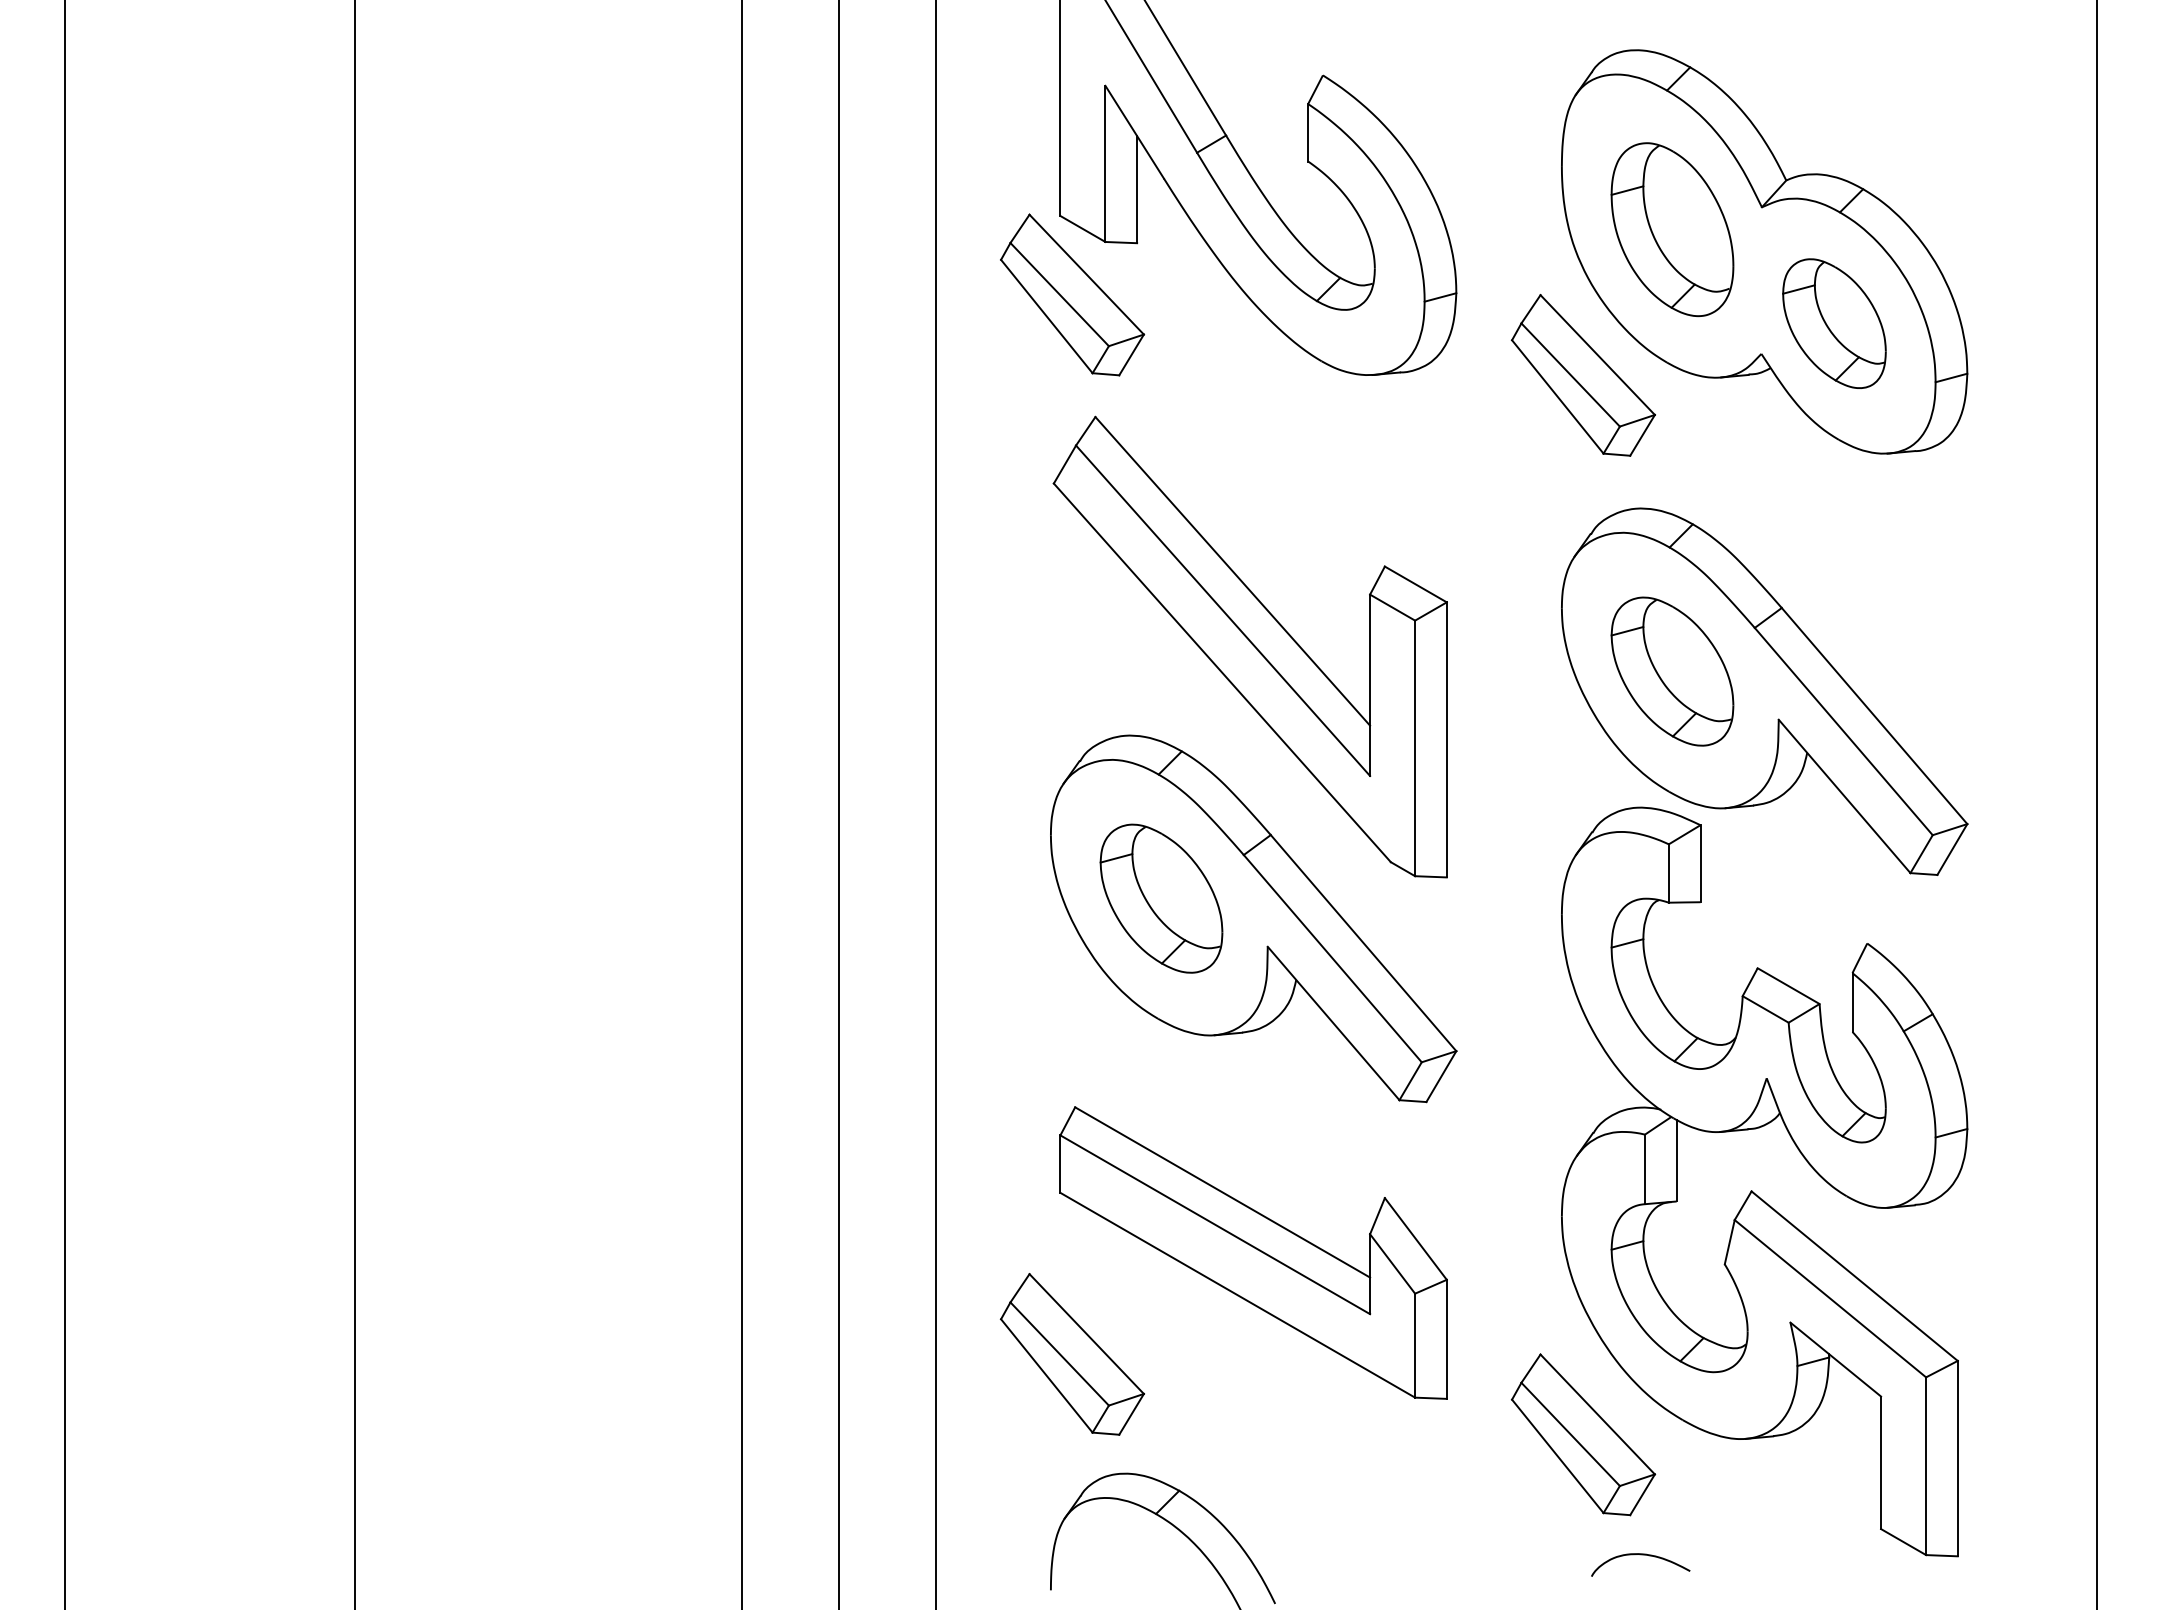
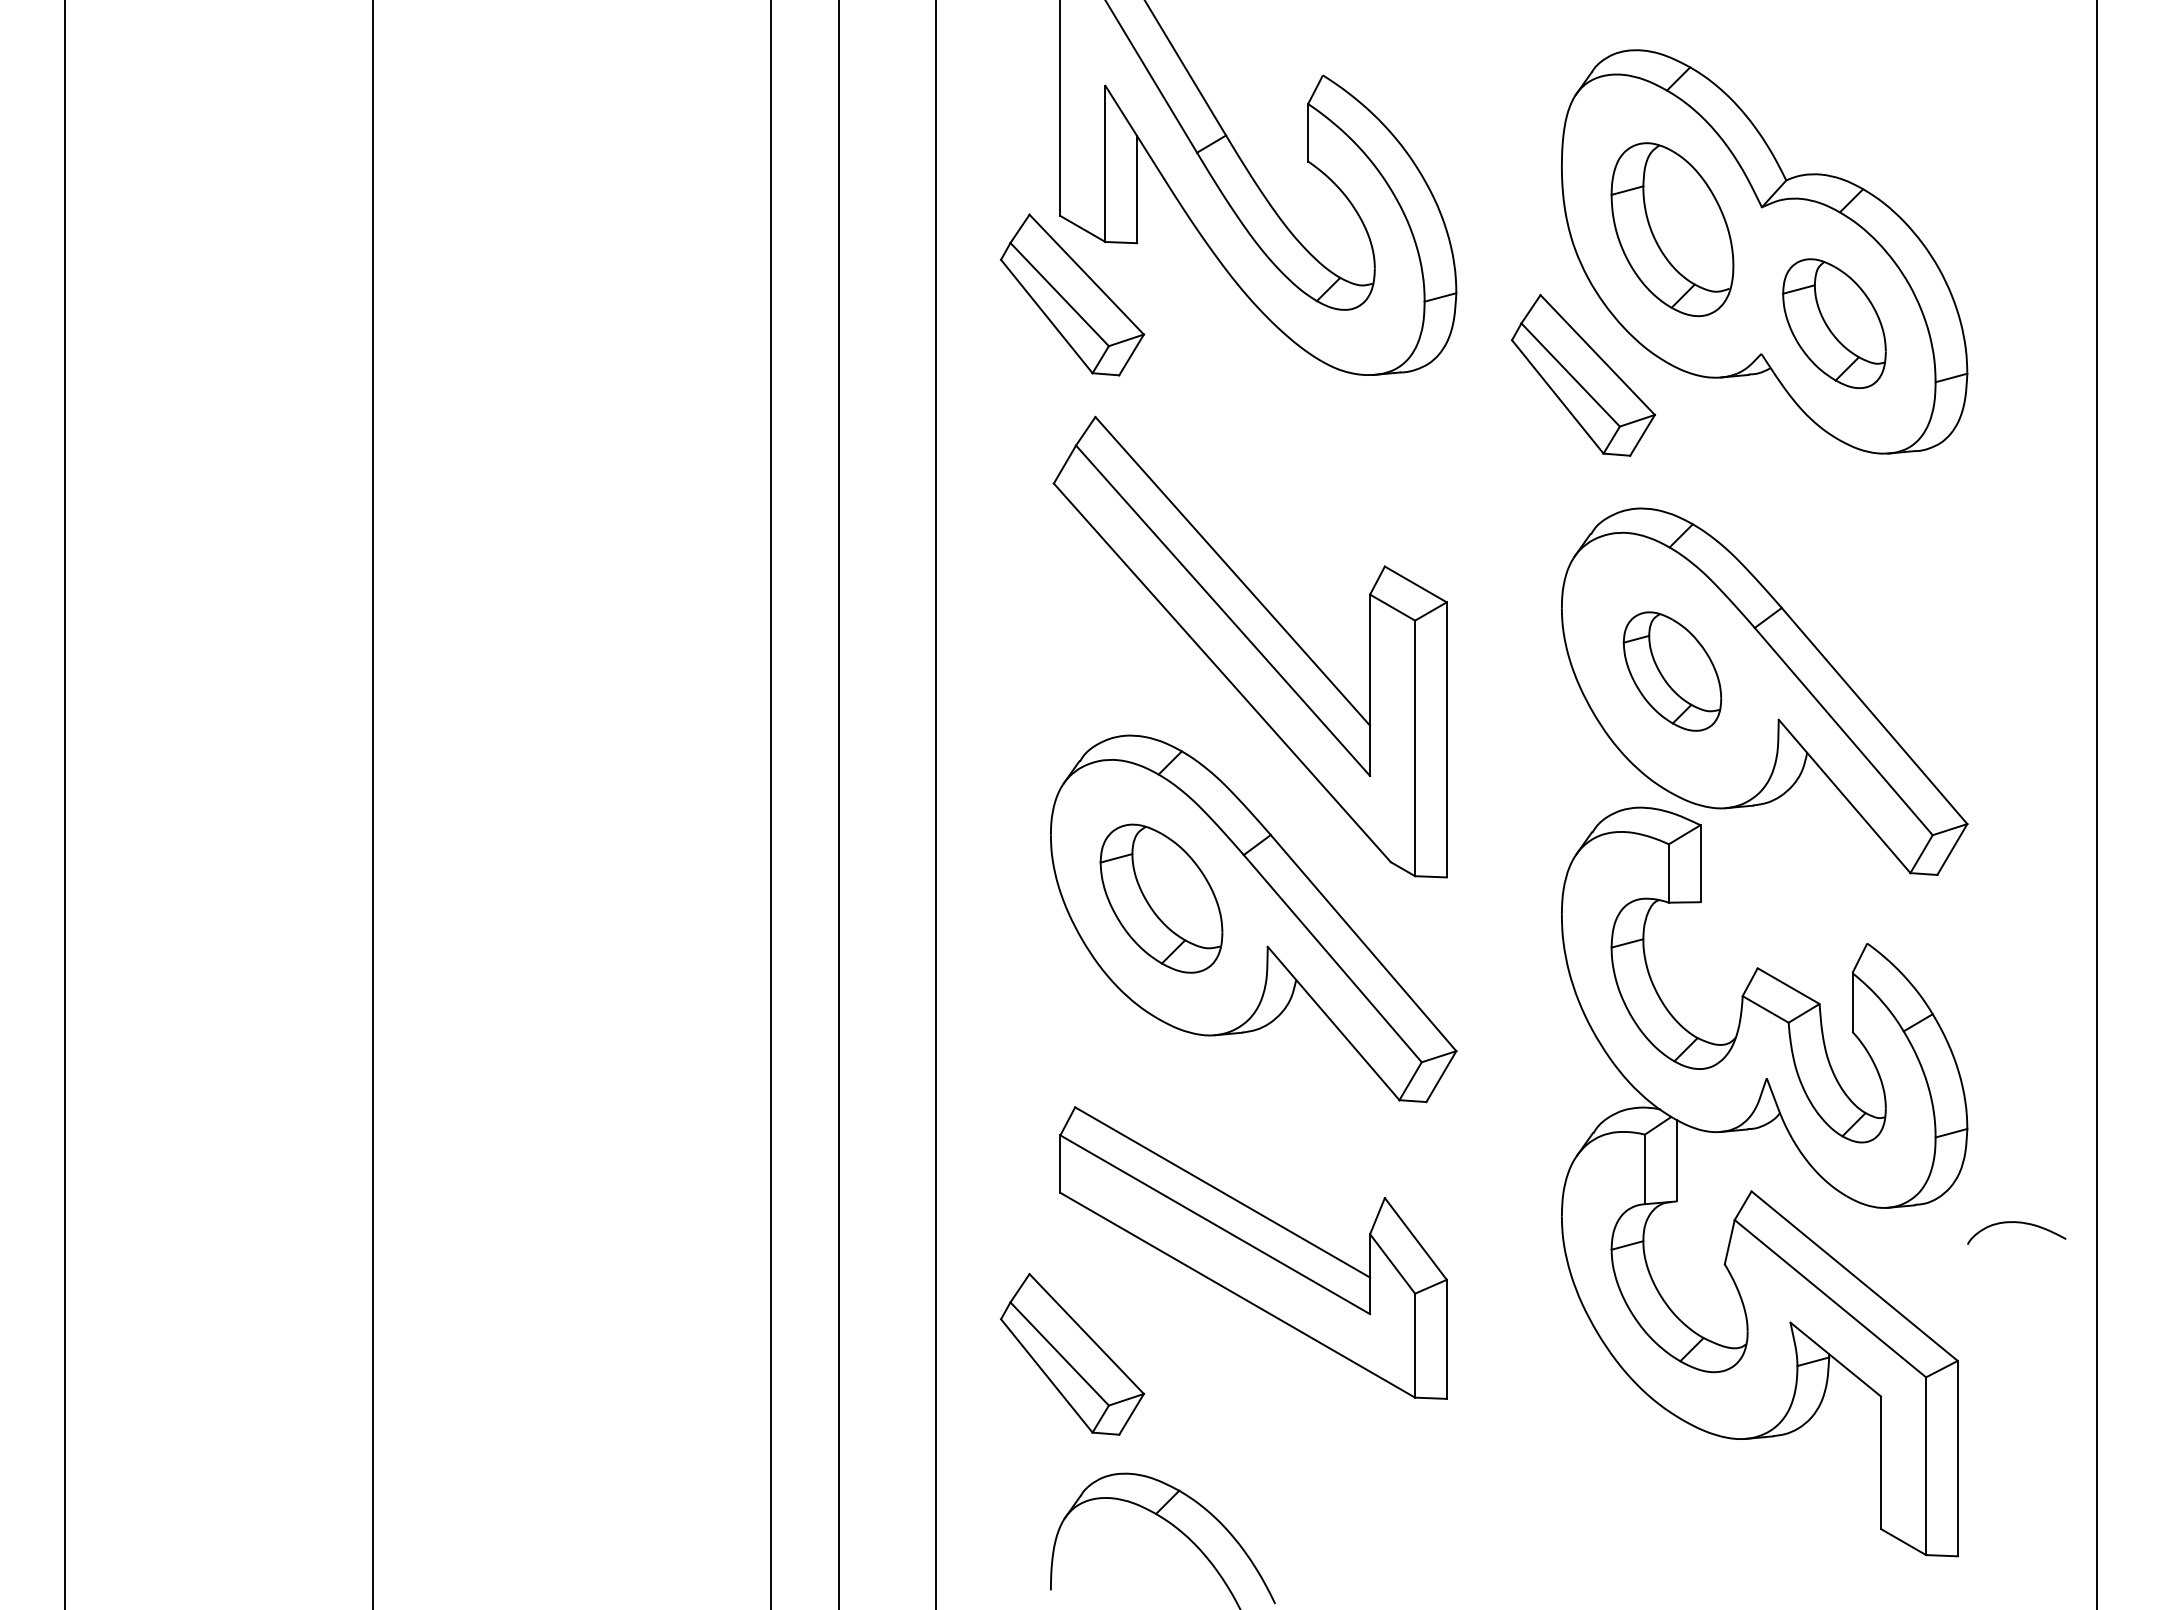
part at (1672, 671) size: 125x151 px -> 101x121 px
line at (355, 804) position: (355, 804) -> (373, 804)
line at (742, 804) position: (742, 804) -> (771, 804)
part at (1583, 1434): present -> none
curve at (1640, 1555) position: (1640, 1555) -> (2016, 1223)
